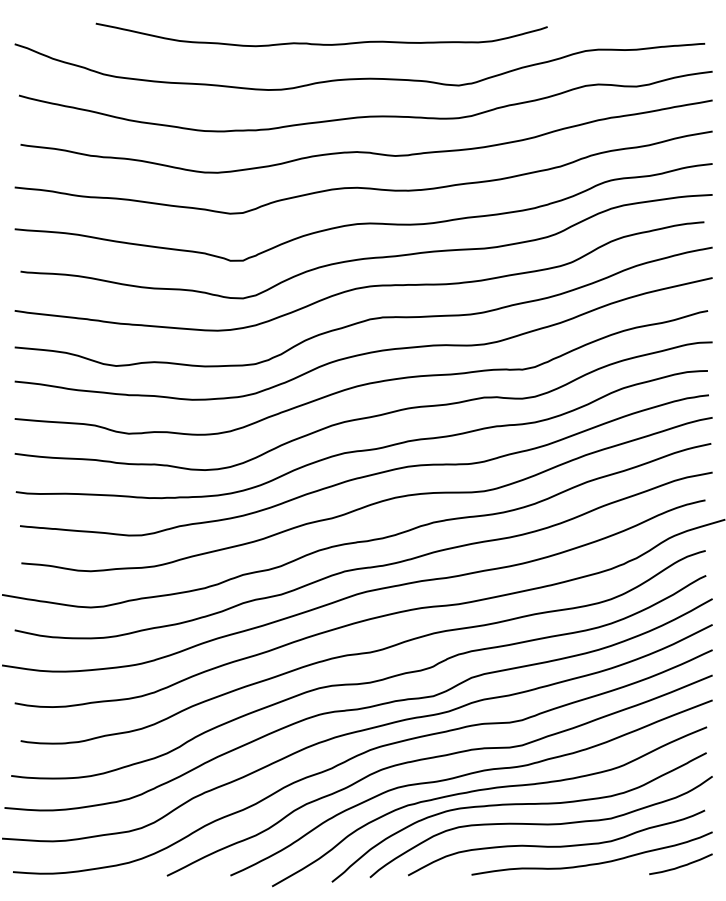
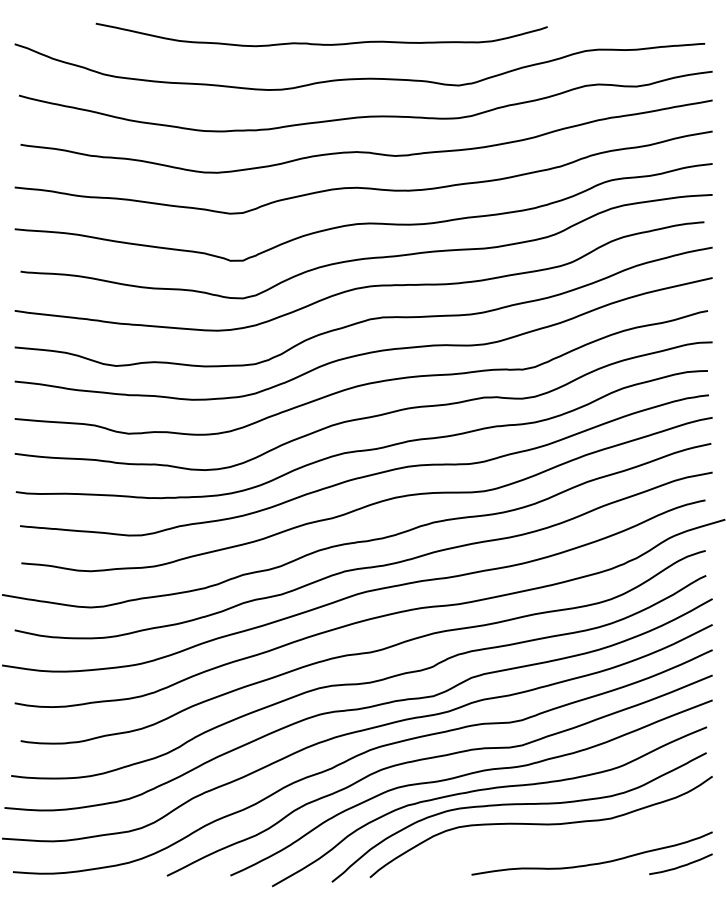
curve at (556, 845): present -> none
